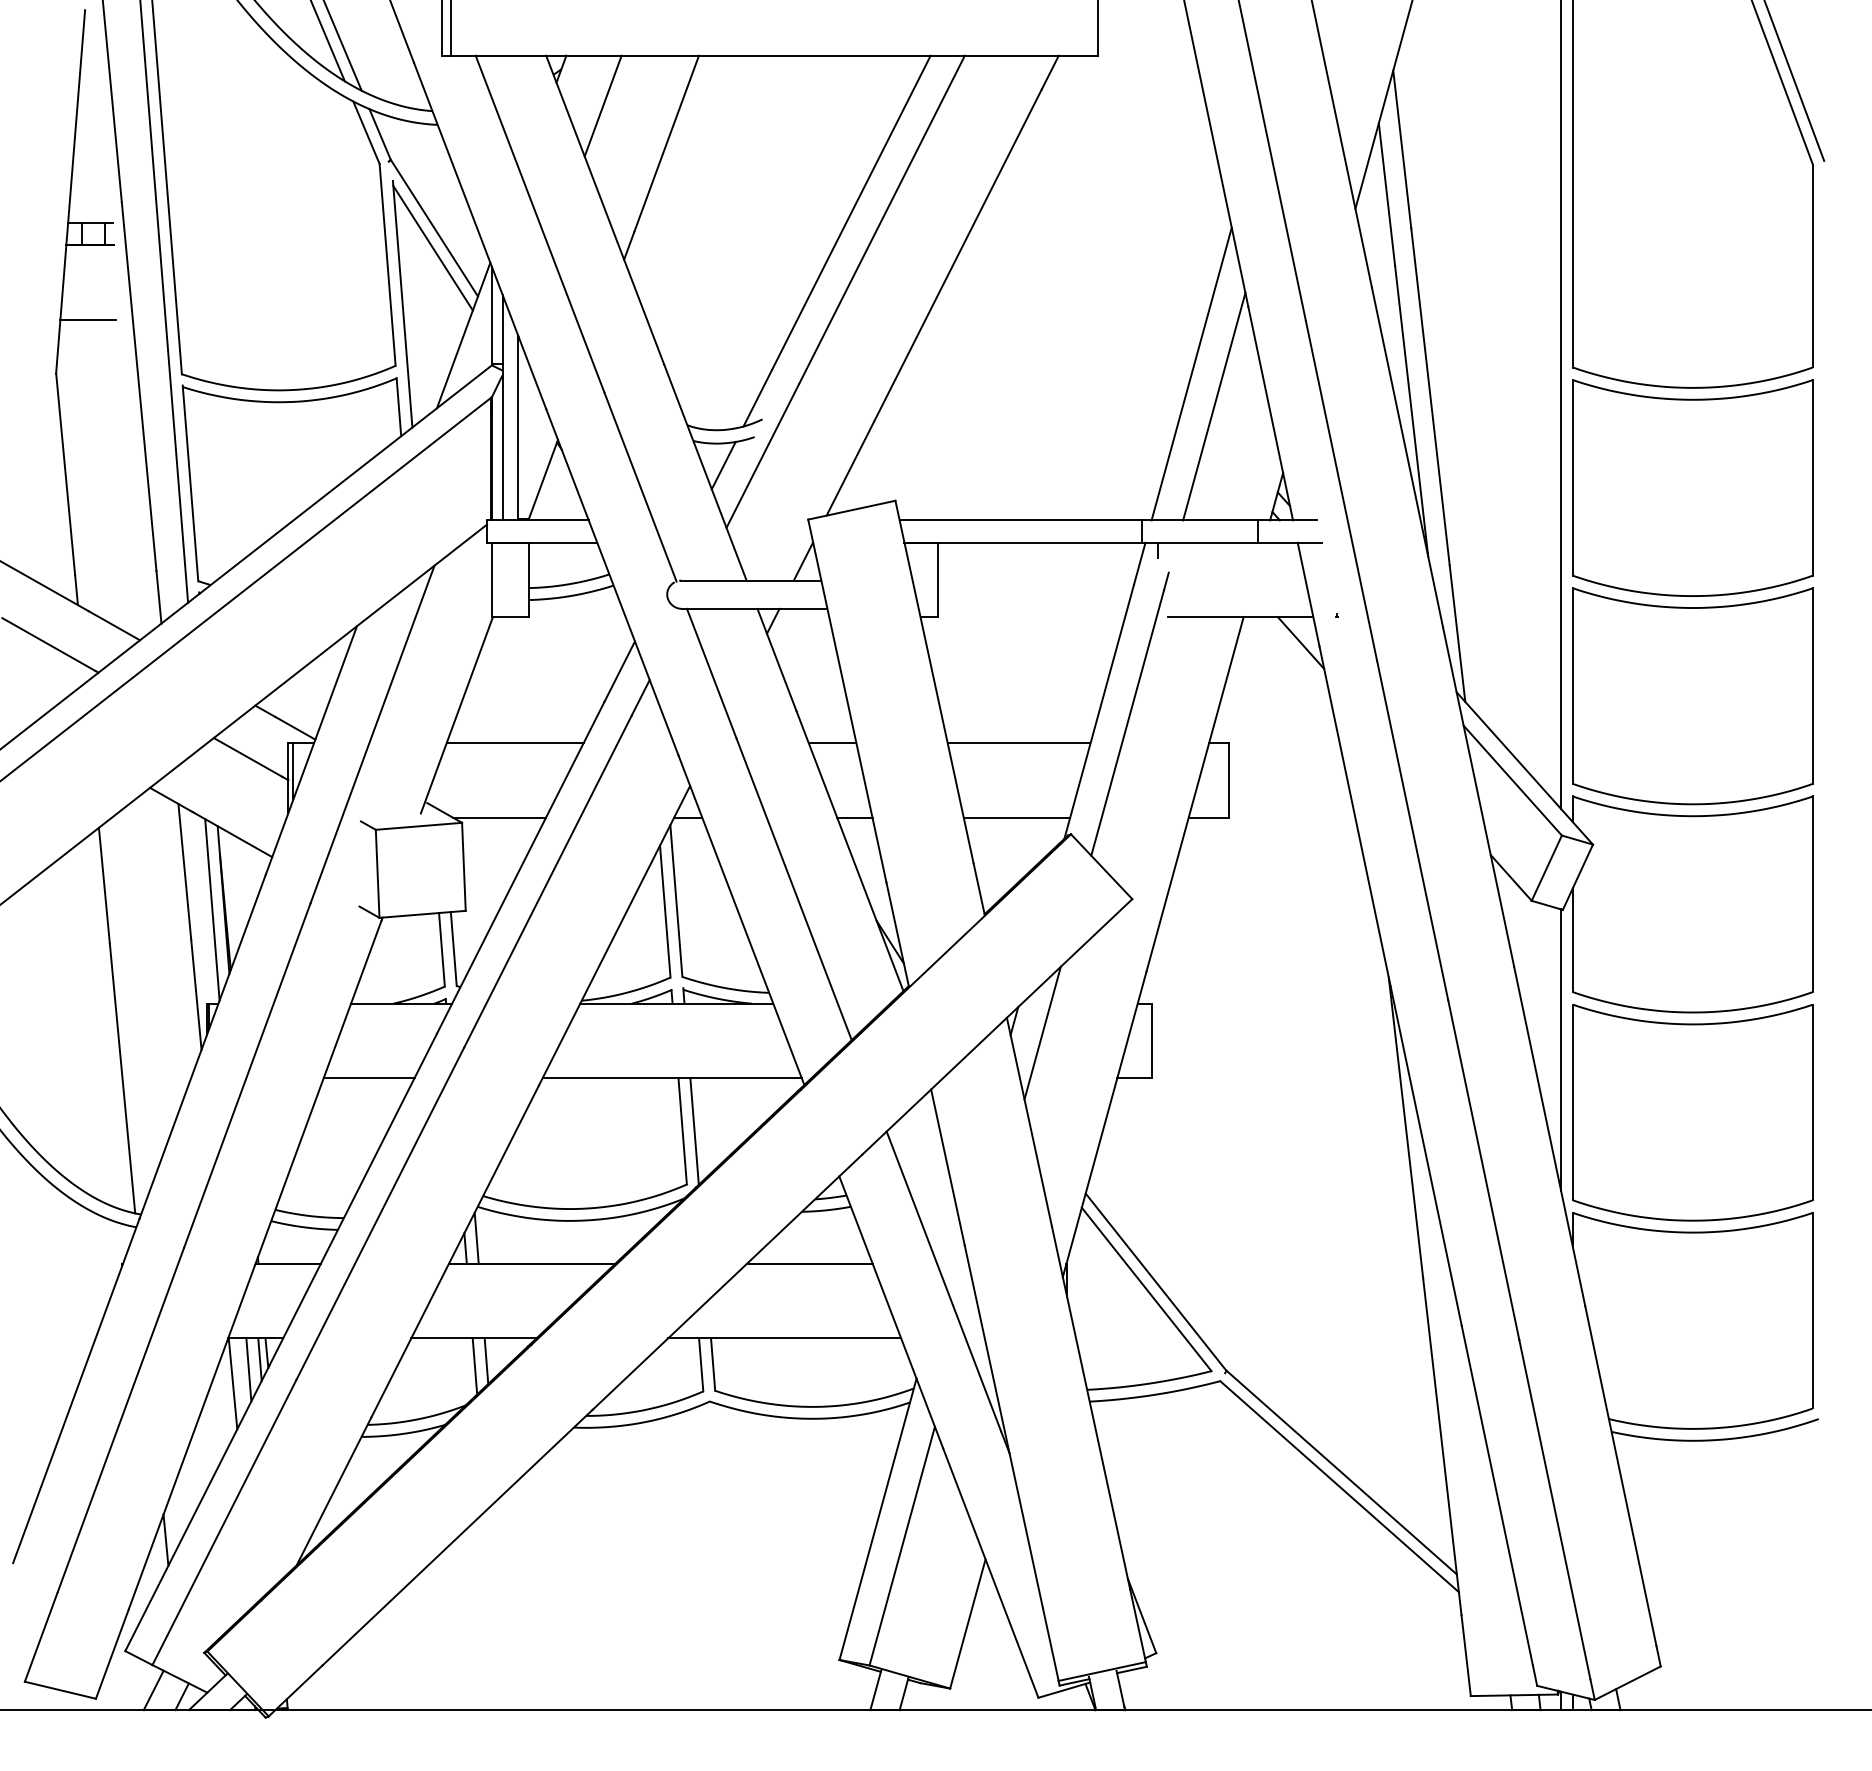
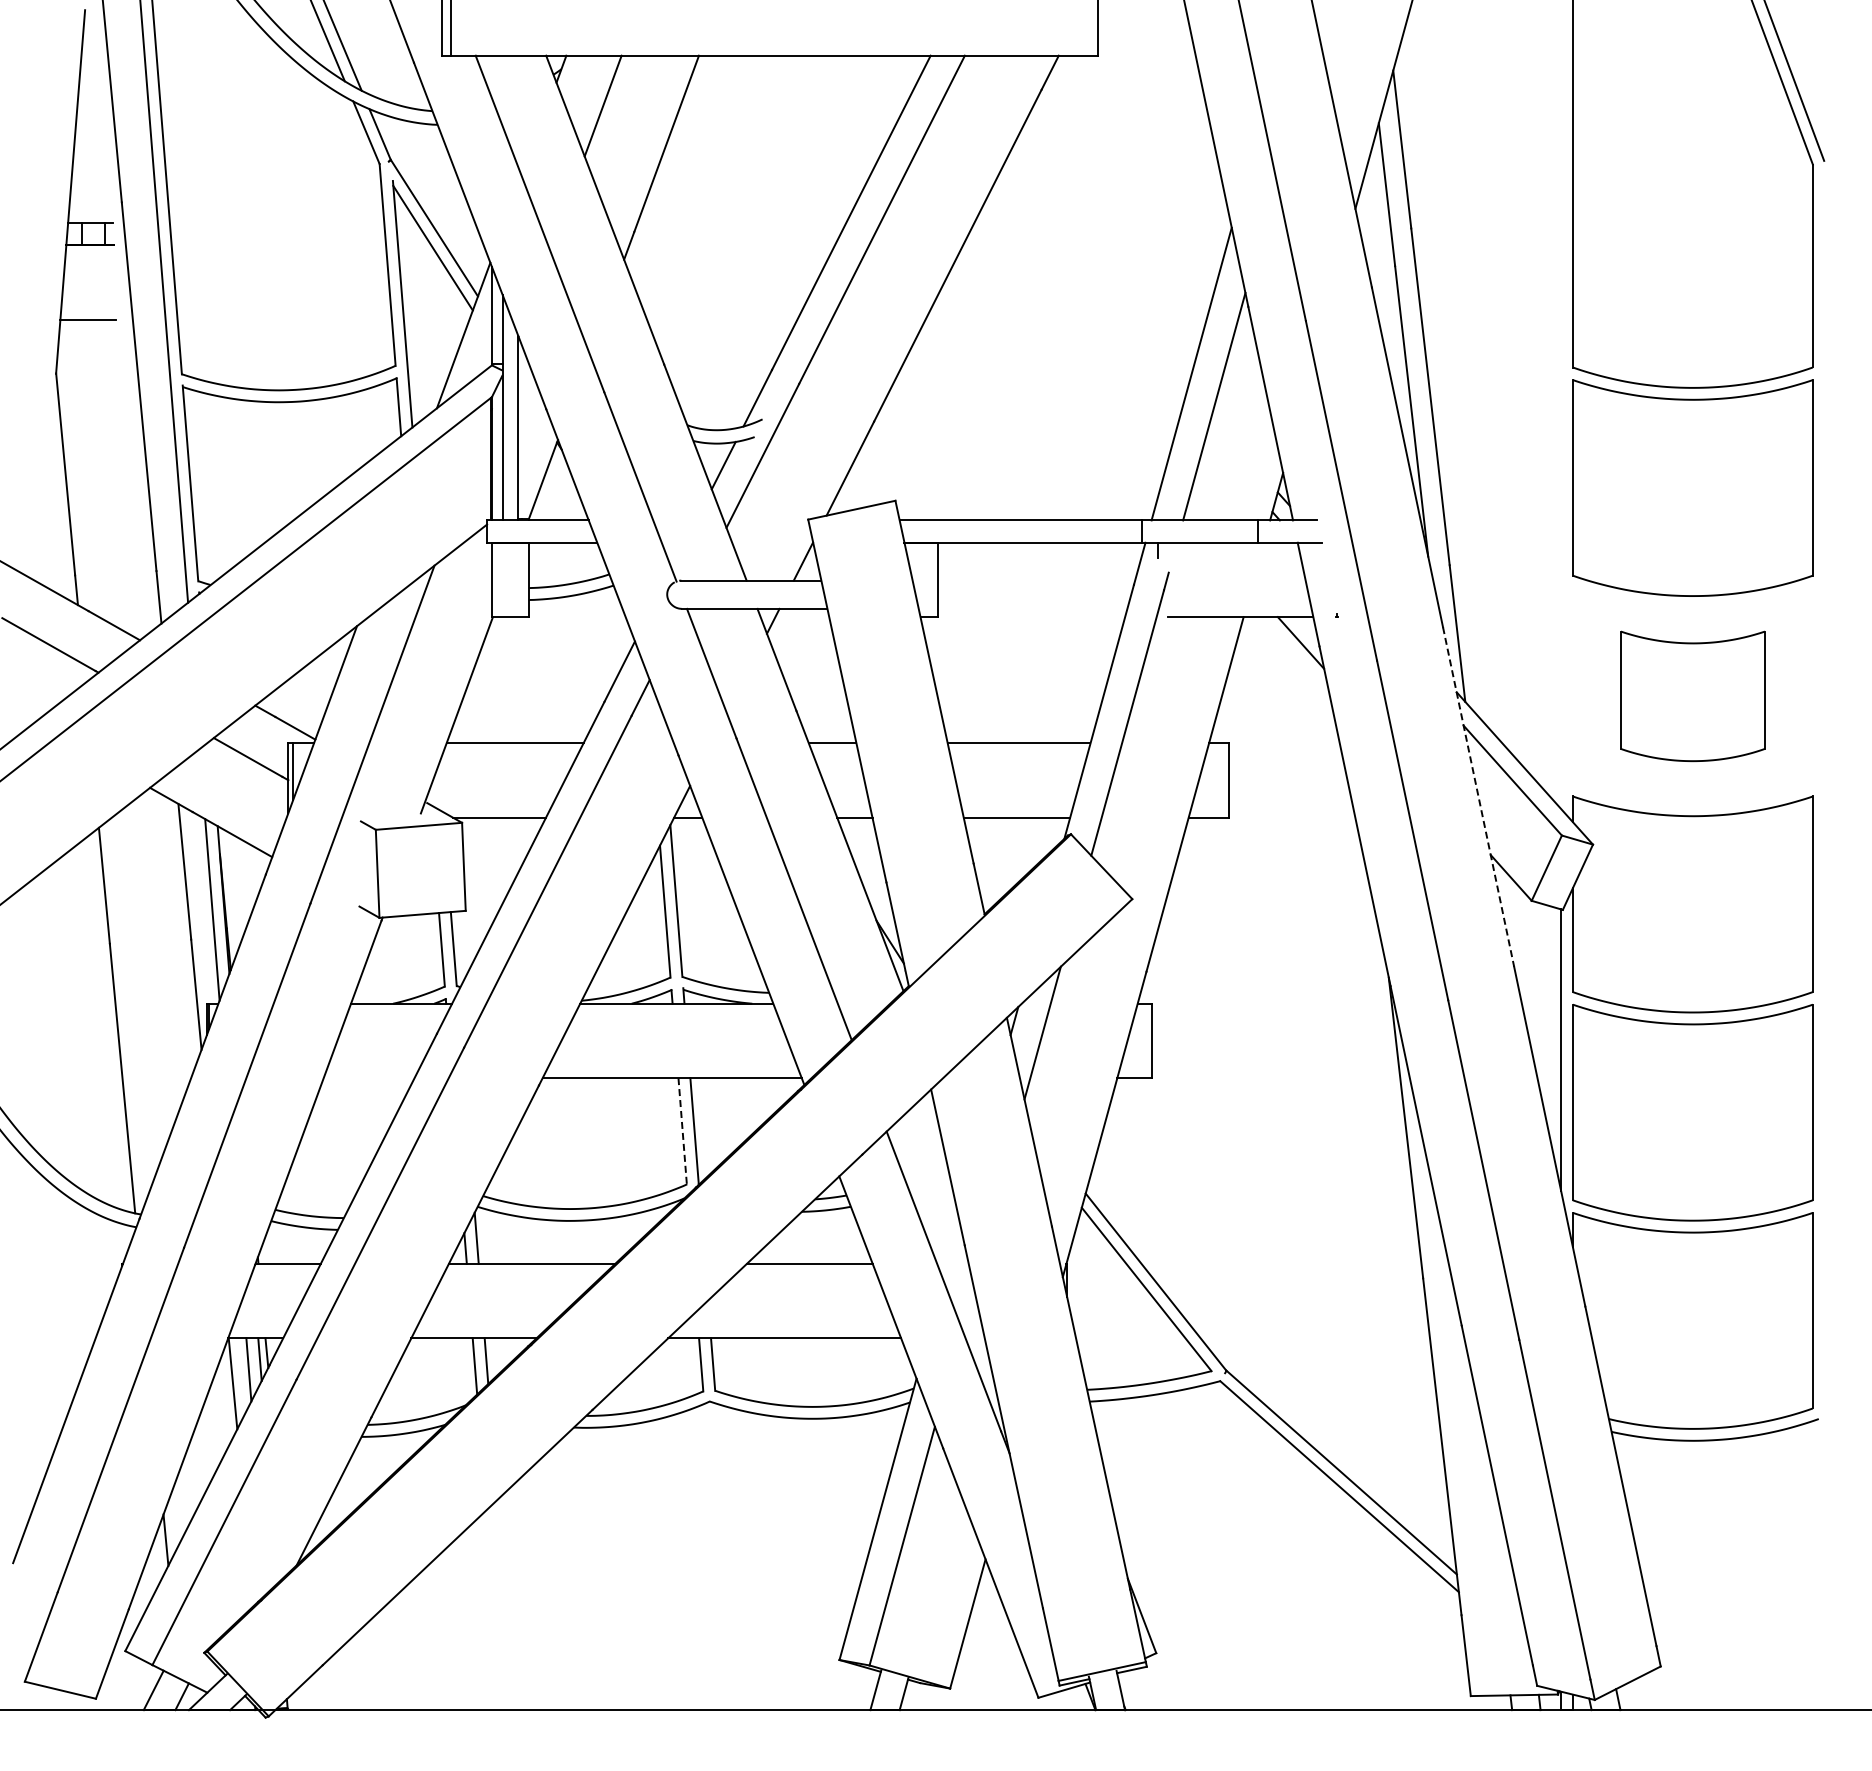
line at (1561, 405): present -> none
part at (1692, 696) size: 242x219 px -> 146x133 px
line at (1478, 797): solid -> dashed
line at (368, 1078): present -> none
line at (682, 1131): solid -> dashed
